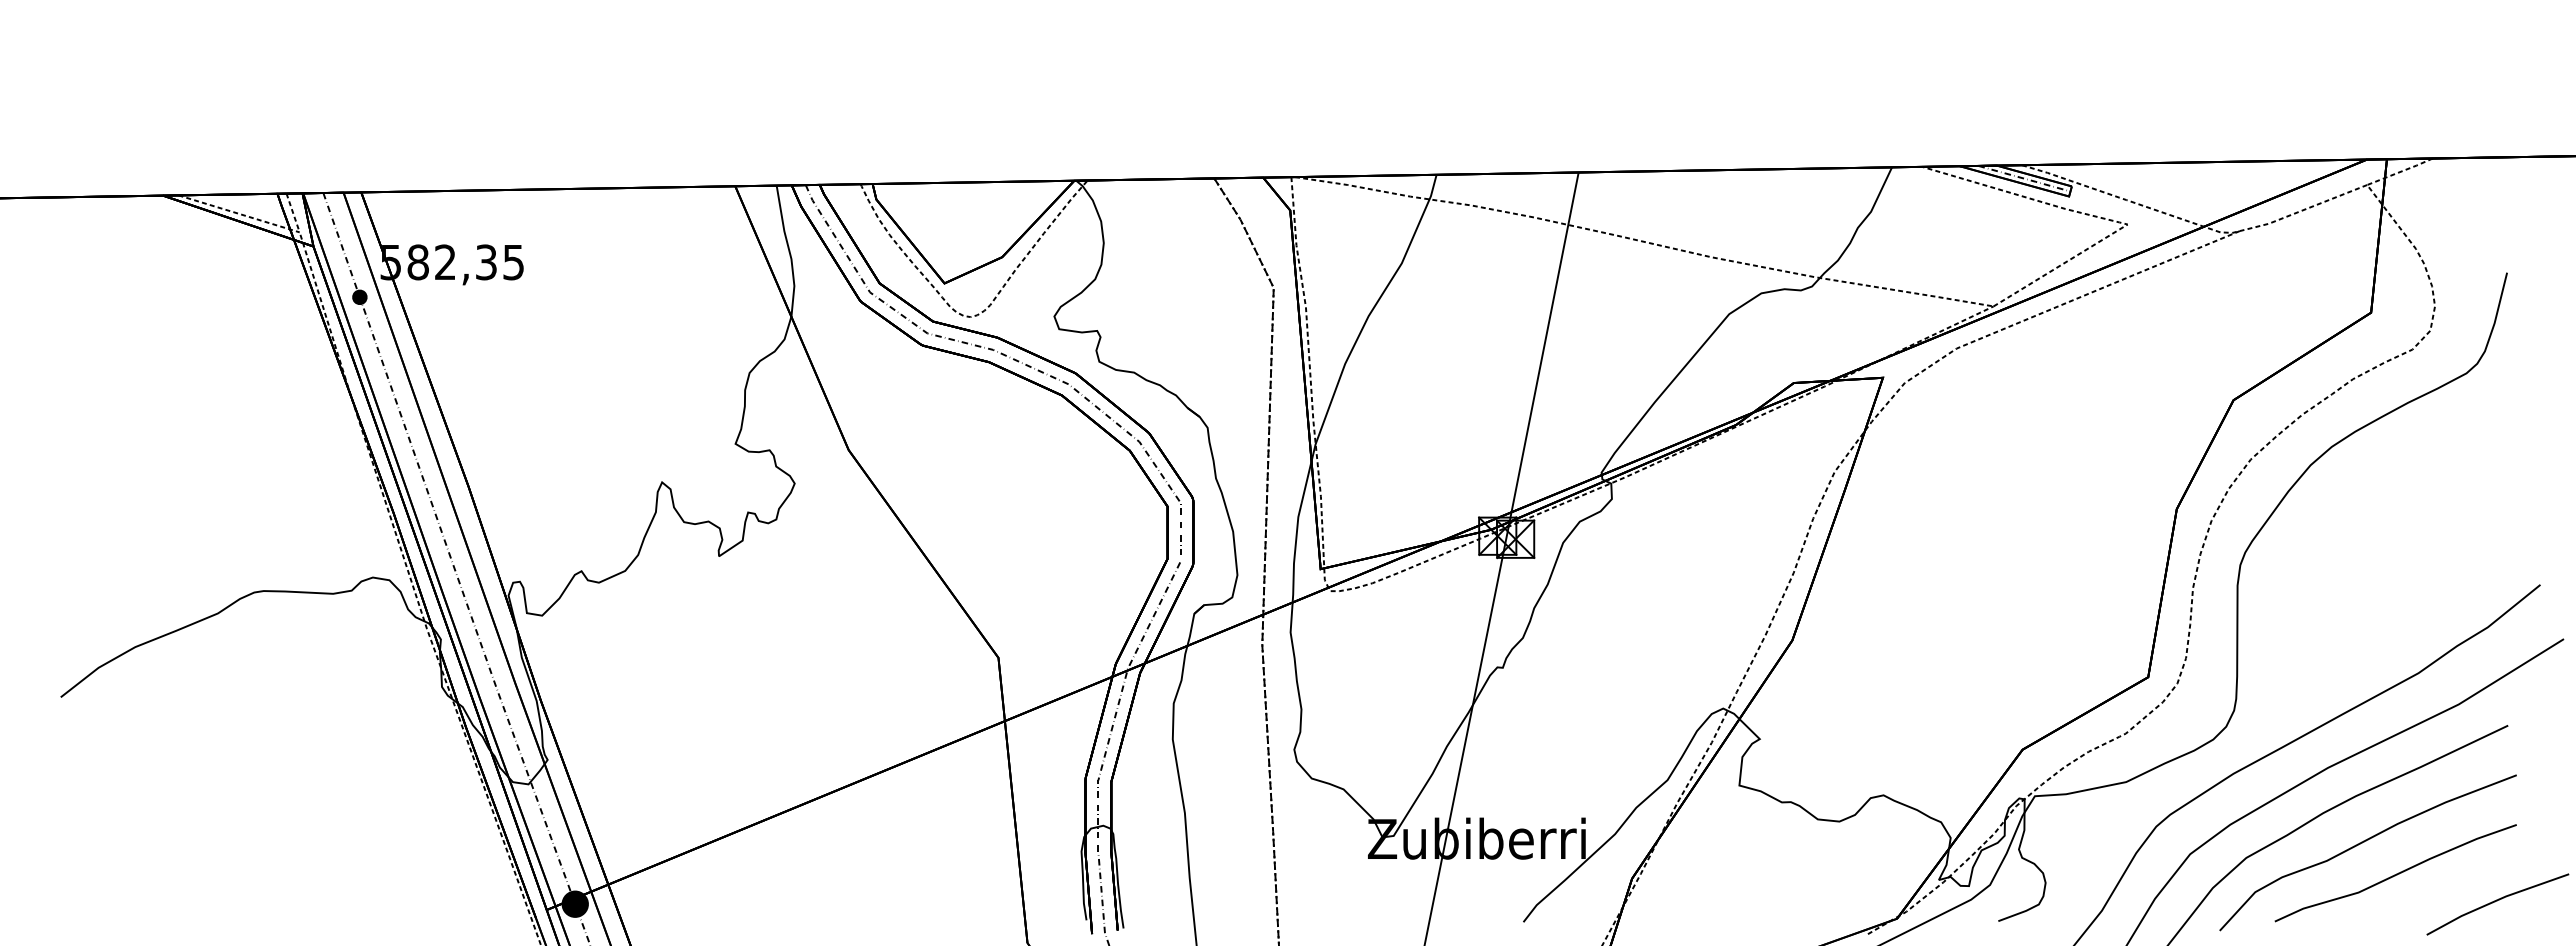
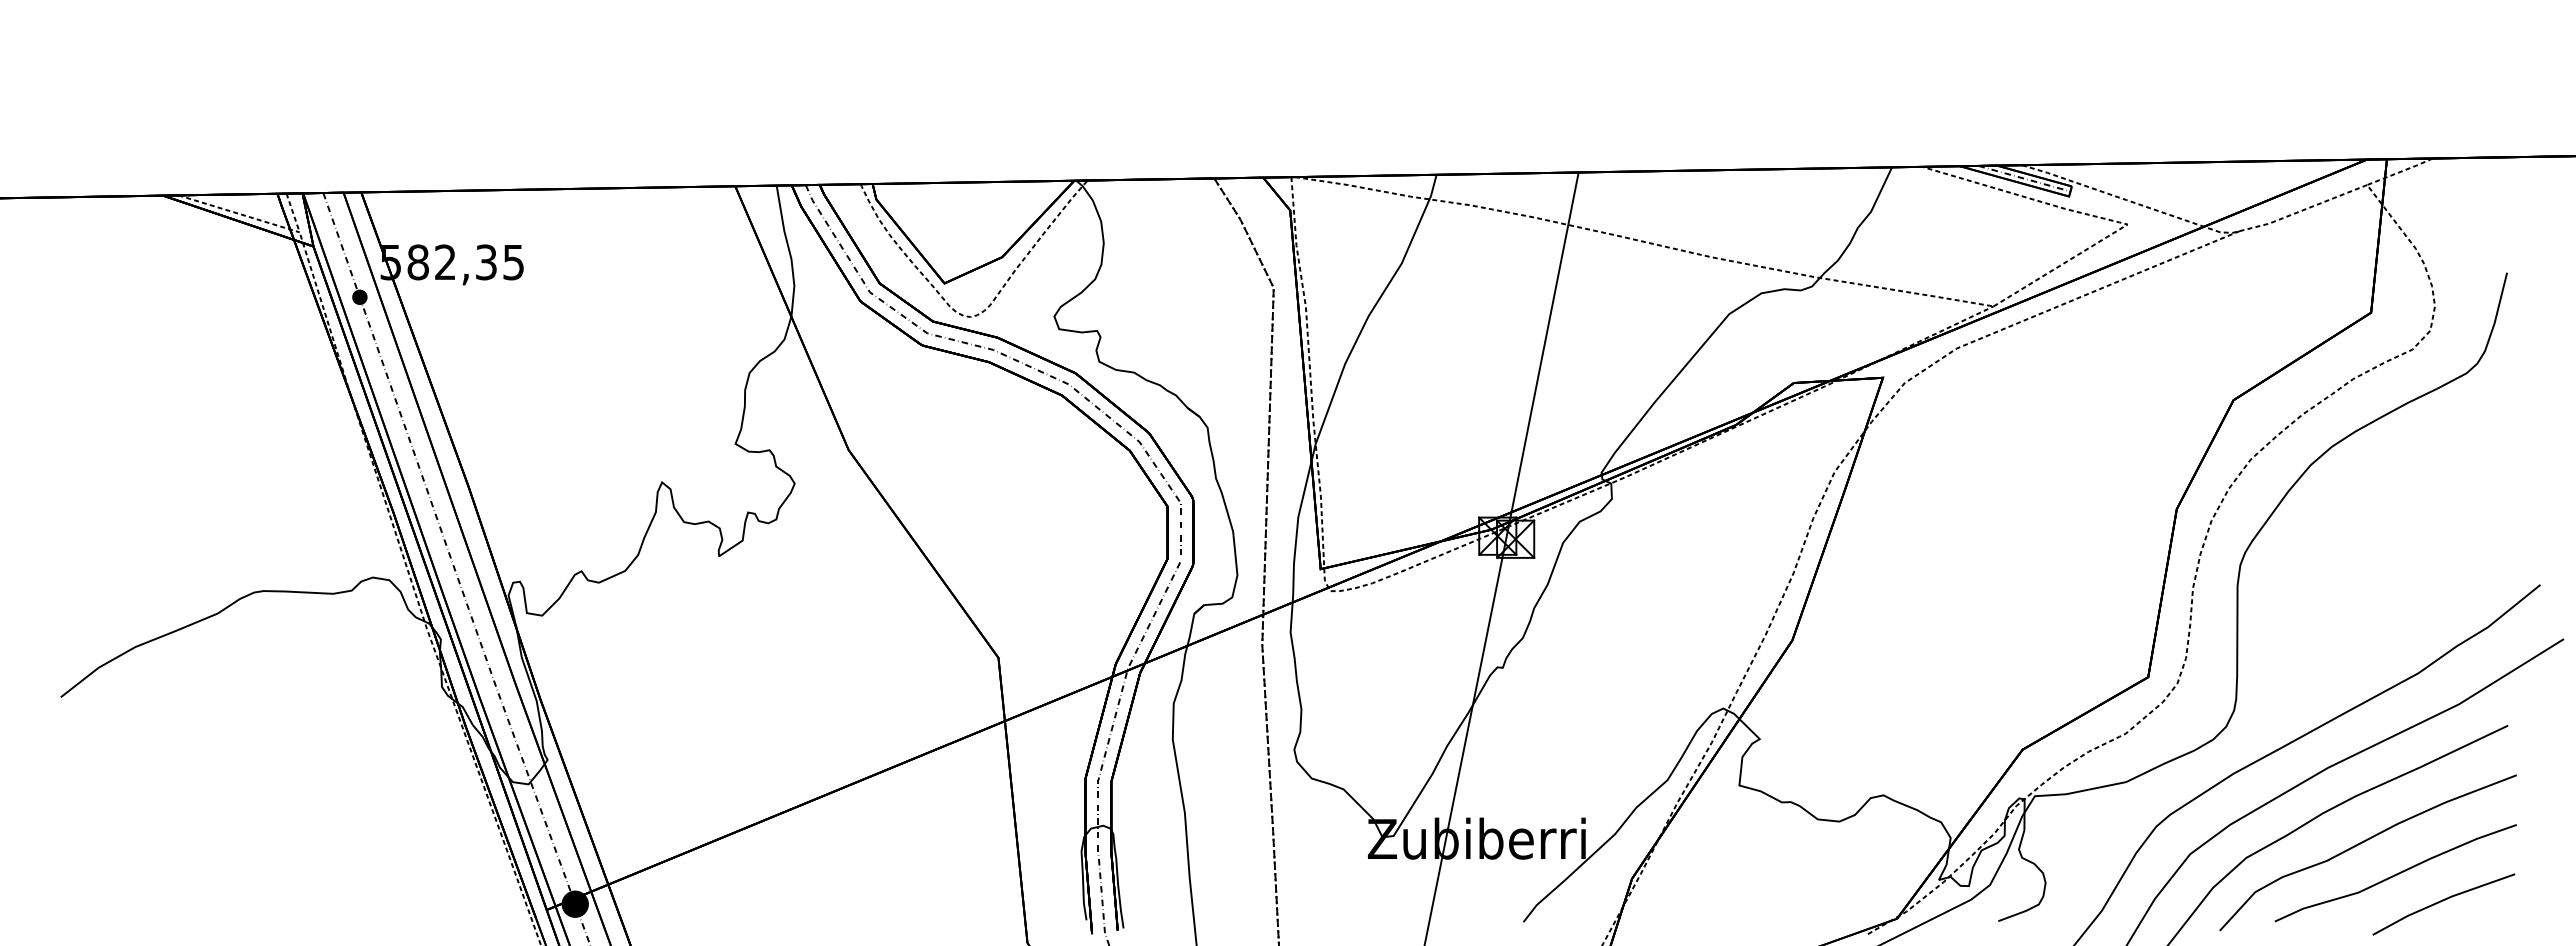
line at (2495, 902) position: (2495, 902) -> (2441, 902)
